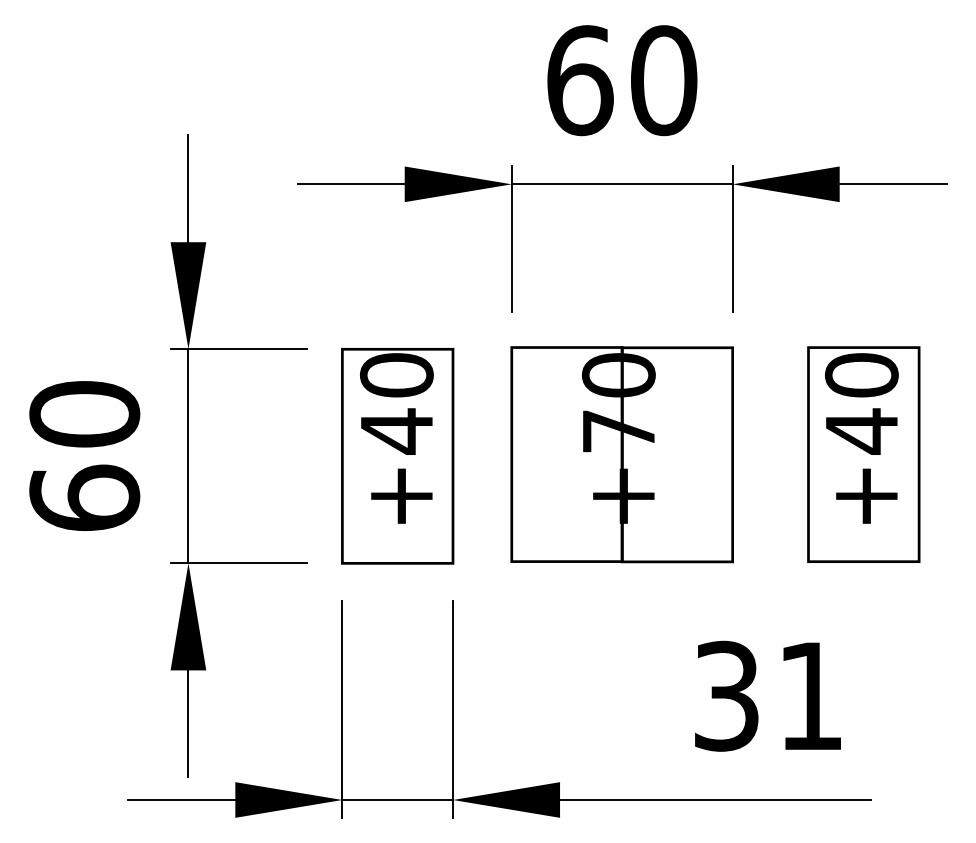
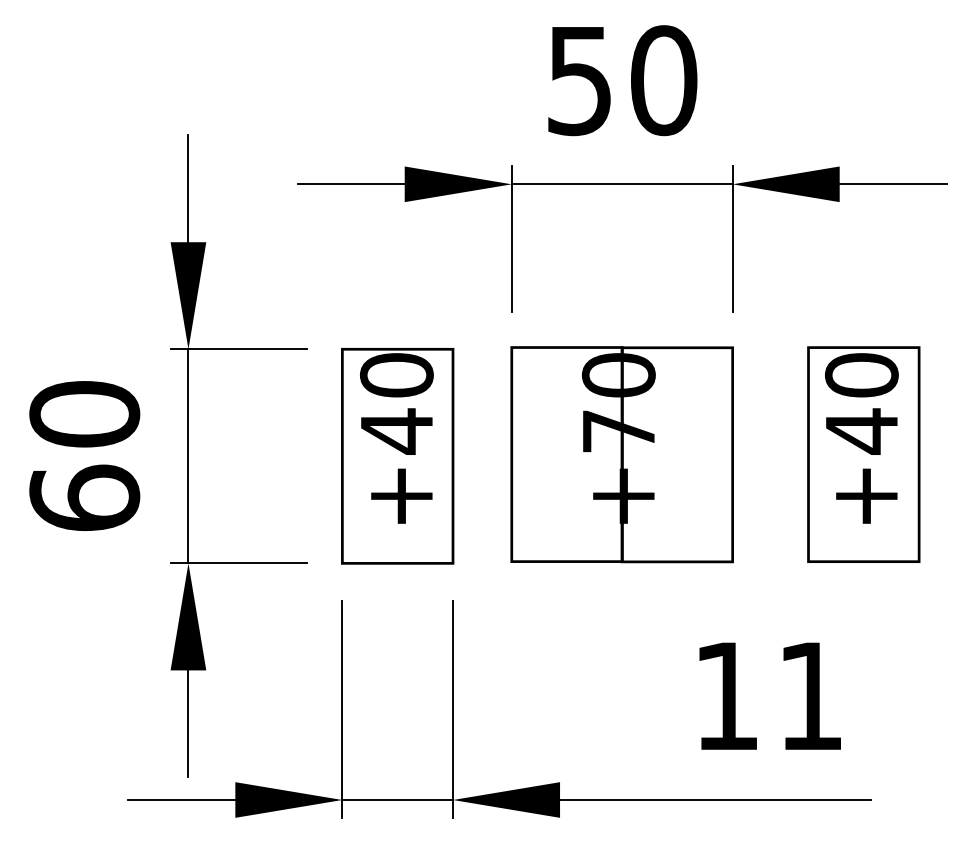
text at (580, 80): 60 -> 50
text at (726, 695): 31 -> 11
